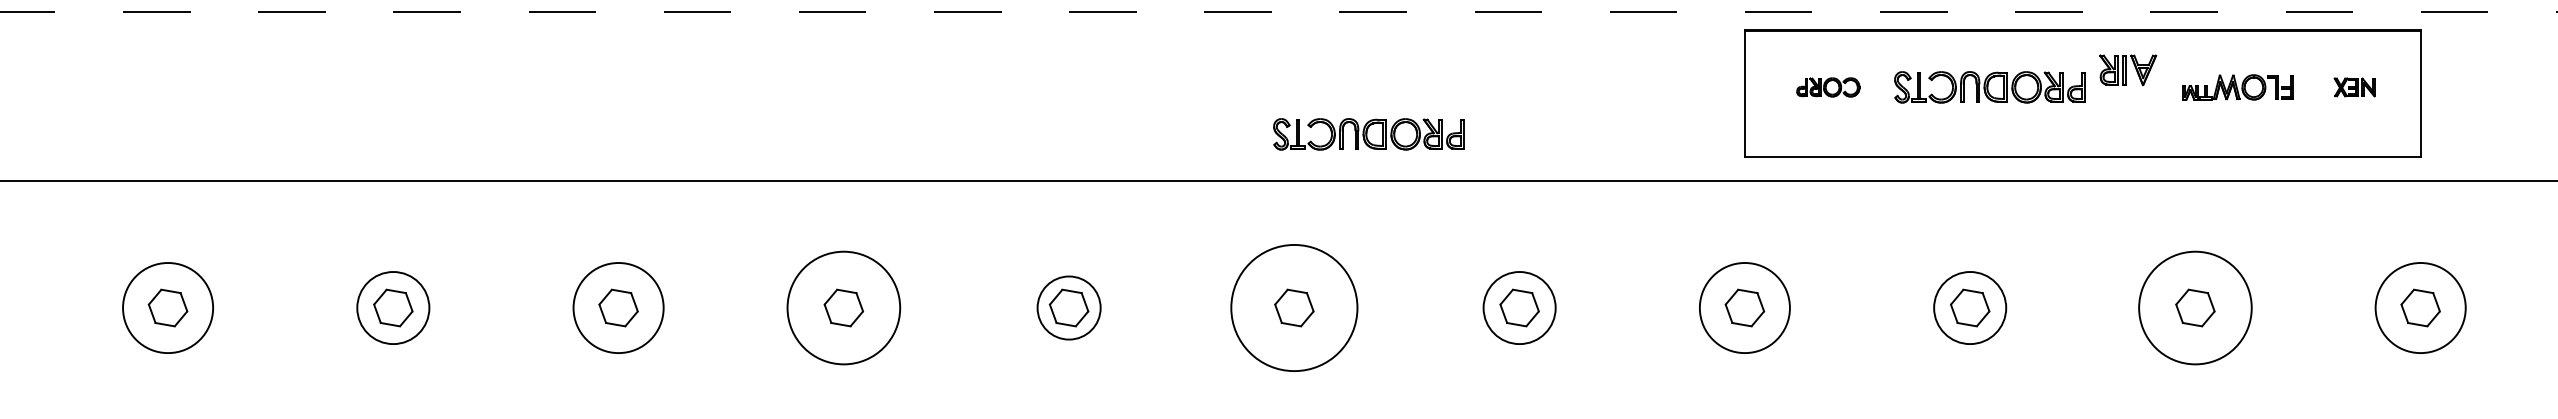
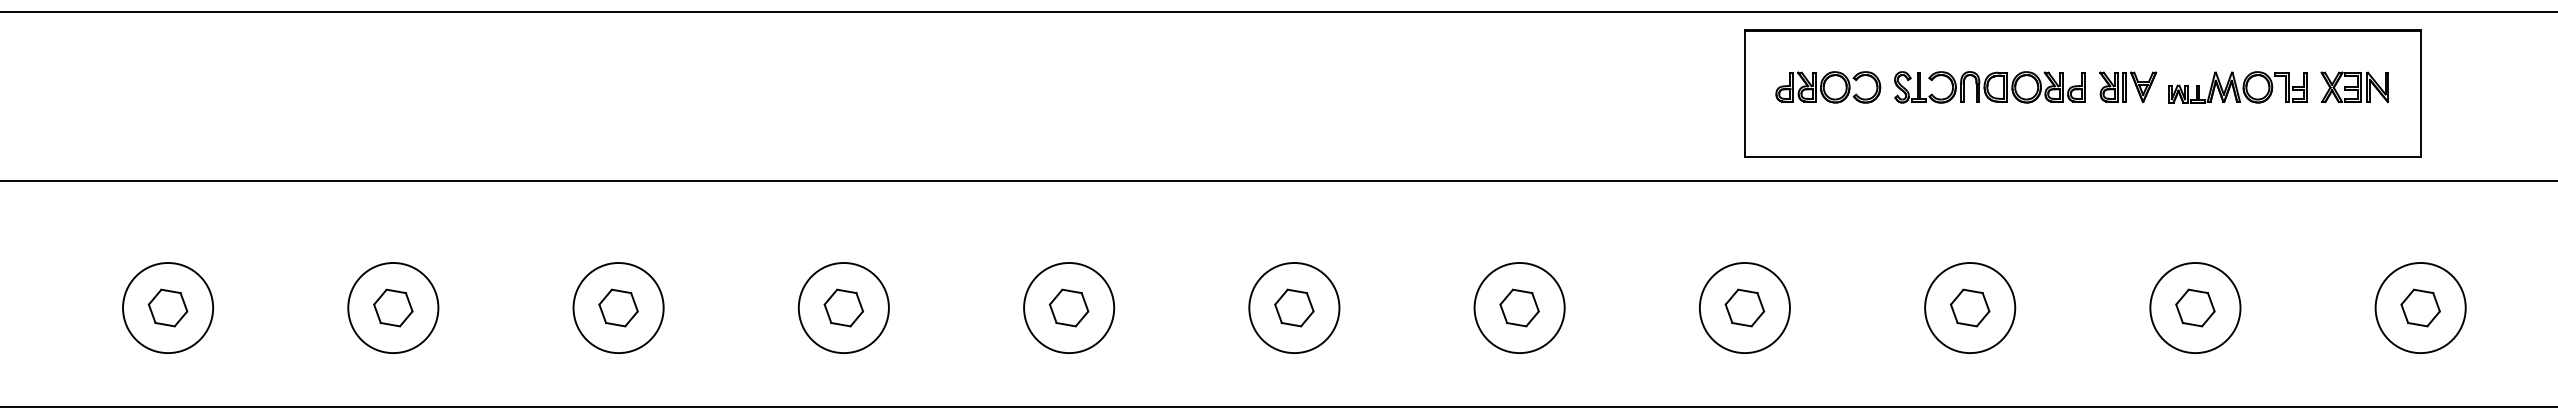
line at (1279, 12): dashed -> solid
part at (2128, 69) position: (2128, 69) -> (2128, 86)
part at (1828, 87) size: 65x21 px -> 107x33 px
part at (2237, 87) size: 112x27 px -> 140x33 px
part at (2354, 87) size: 43x21 px -> 69x33 px
part at (1368, 134): present -> none
circle at (843, 307) diameter: 113 px -> 90 px
circle at (1068, 307) diameter: 63 px -> 90 px
circle at (1294, 307) diameter: 126 px -> 90 px
circle at (2195, 307) diameter: 113 px -> 90 px
circle at (393, 308) diameter: 72 px -> 90 px
circle at (1519, 308) diameter: 72 px -> 90 px
circle at (1970, 308) diameter: 72 px -> 90 px
line at (1278, 406): none -> present
